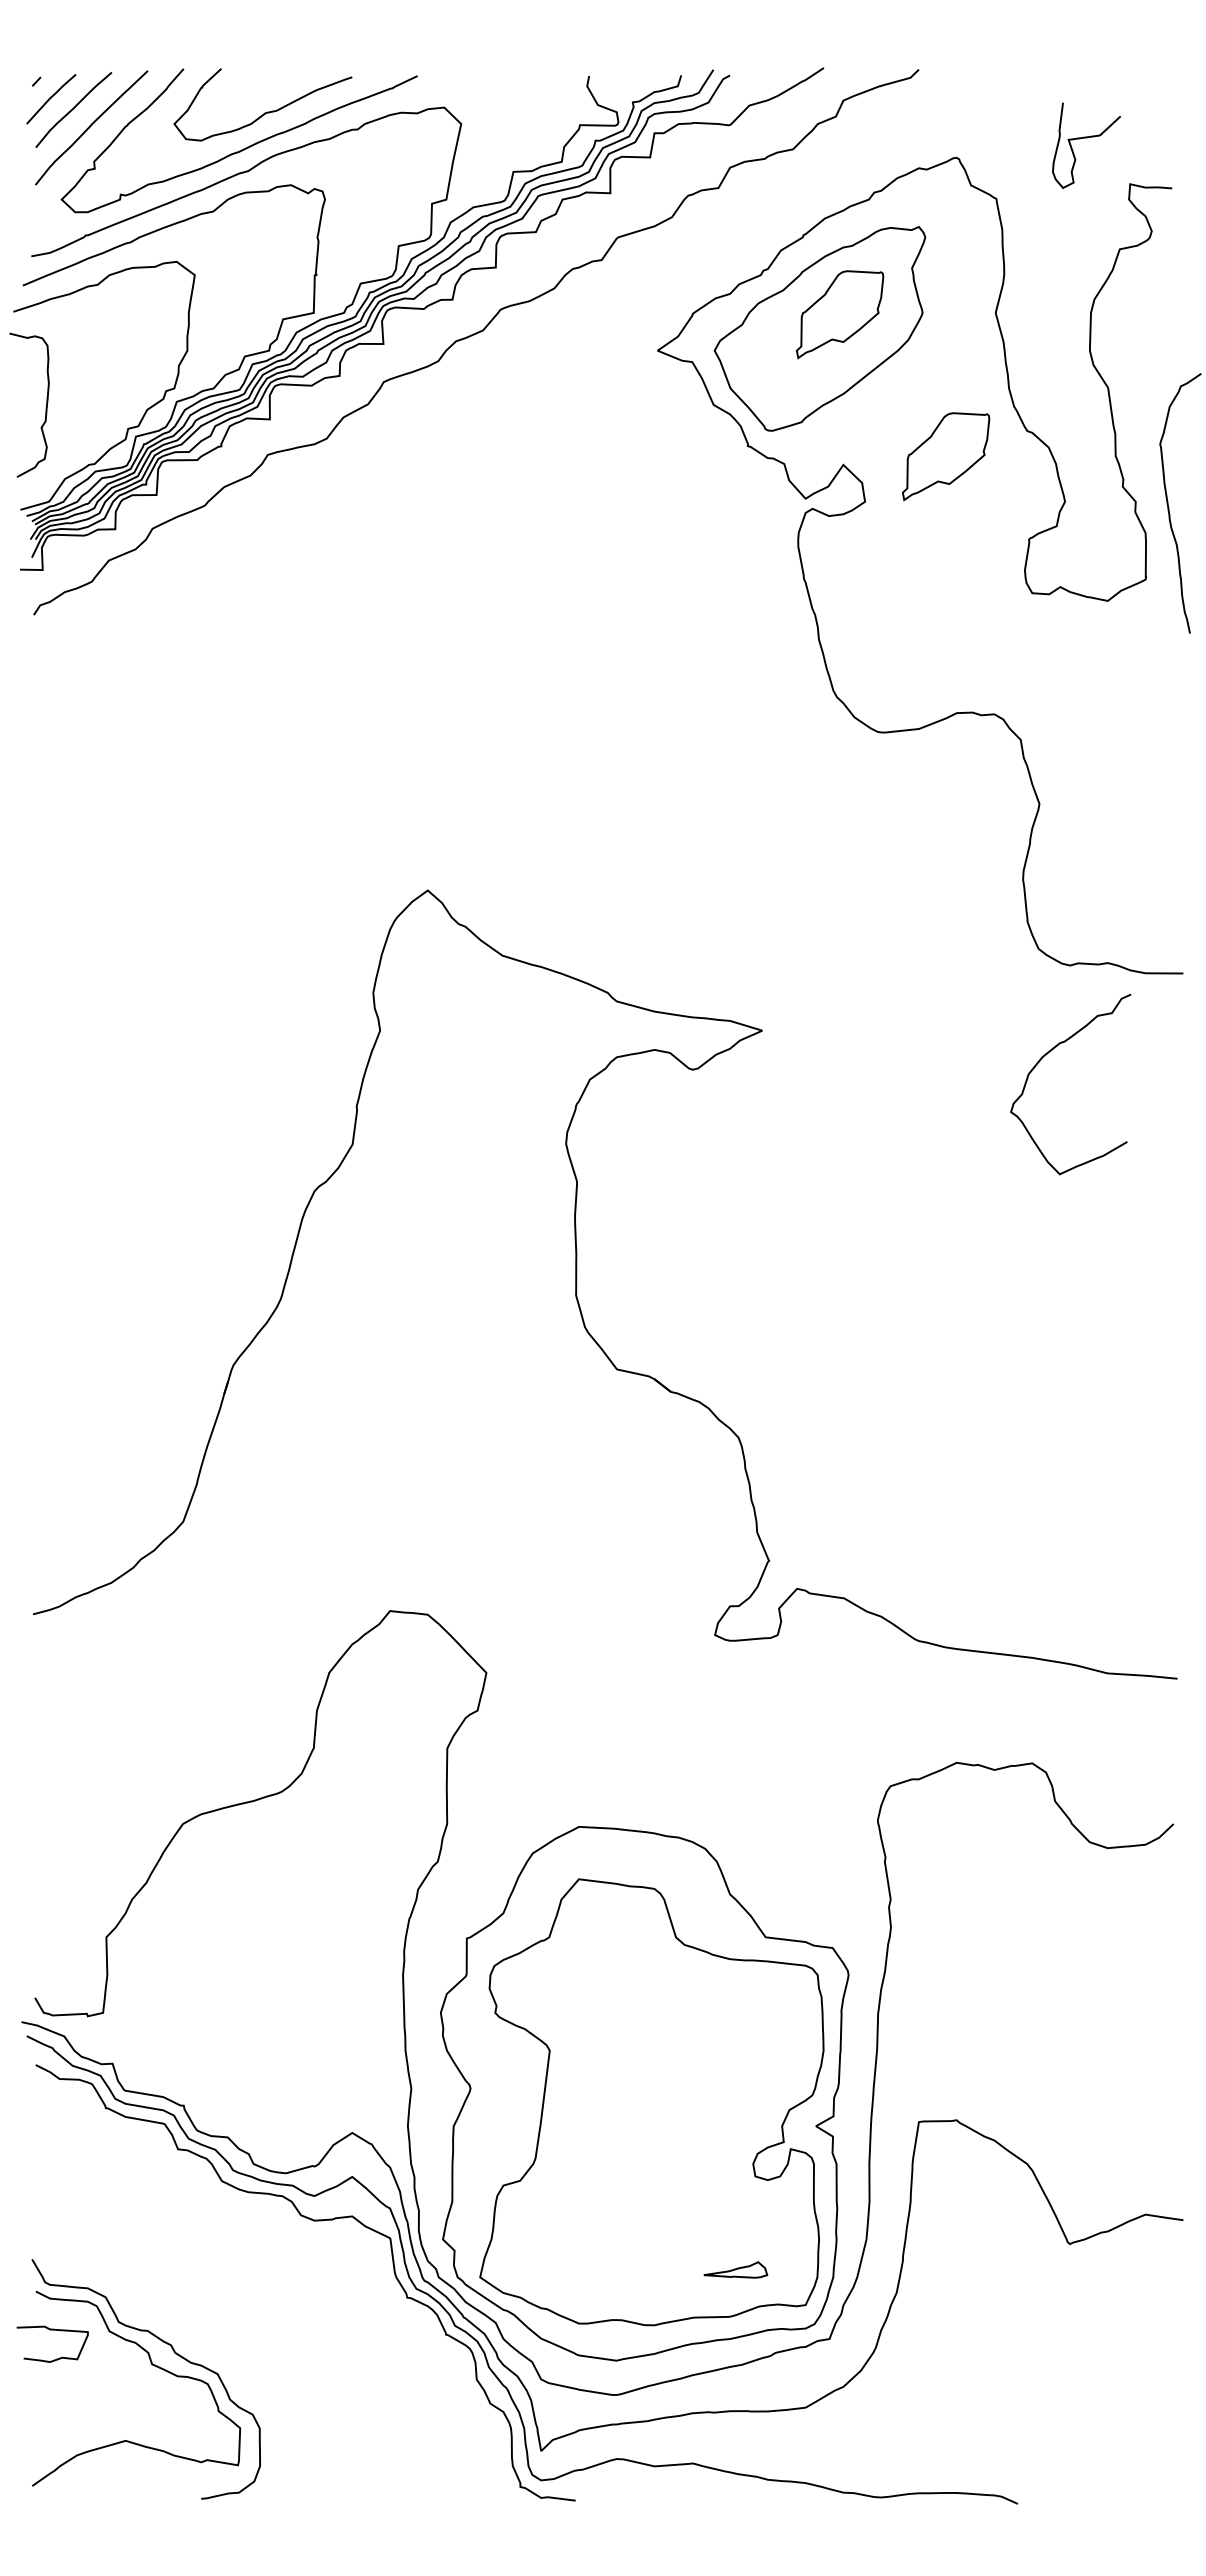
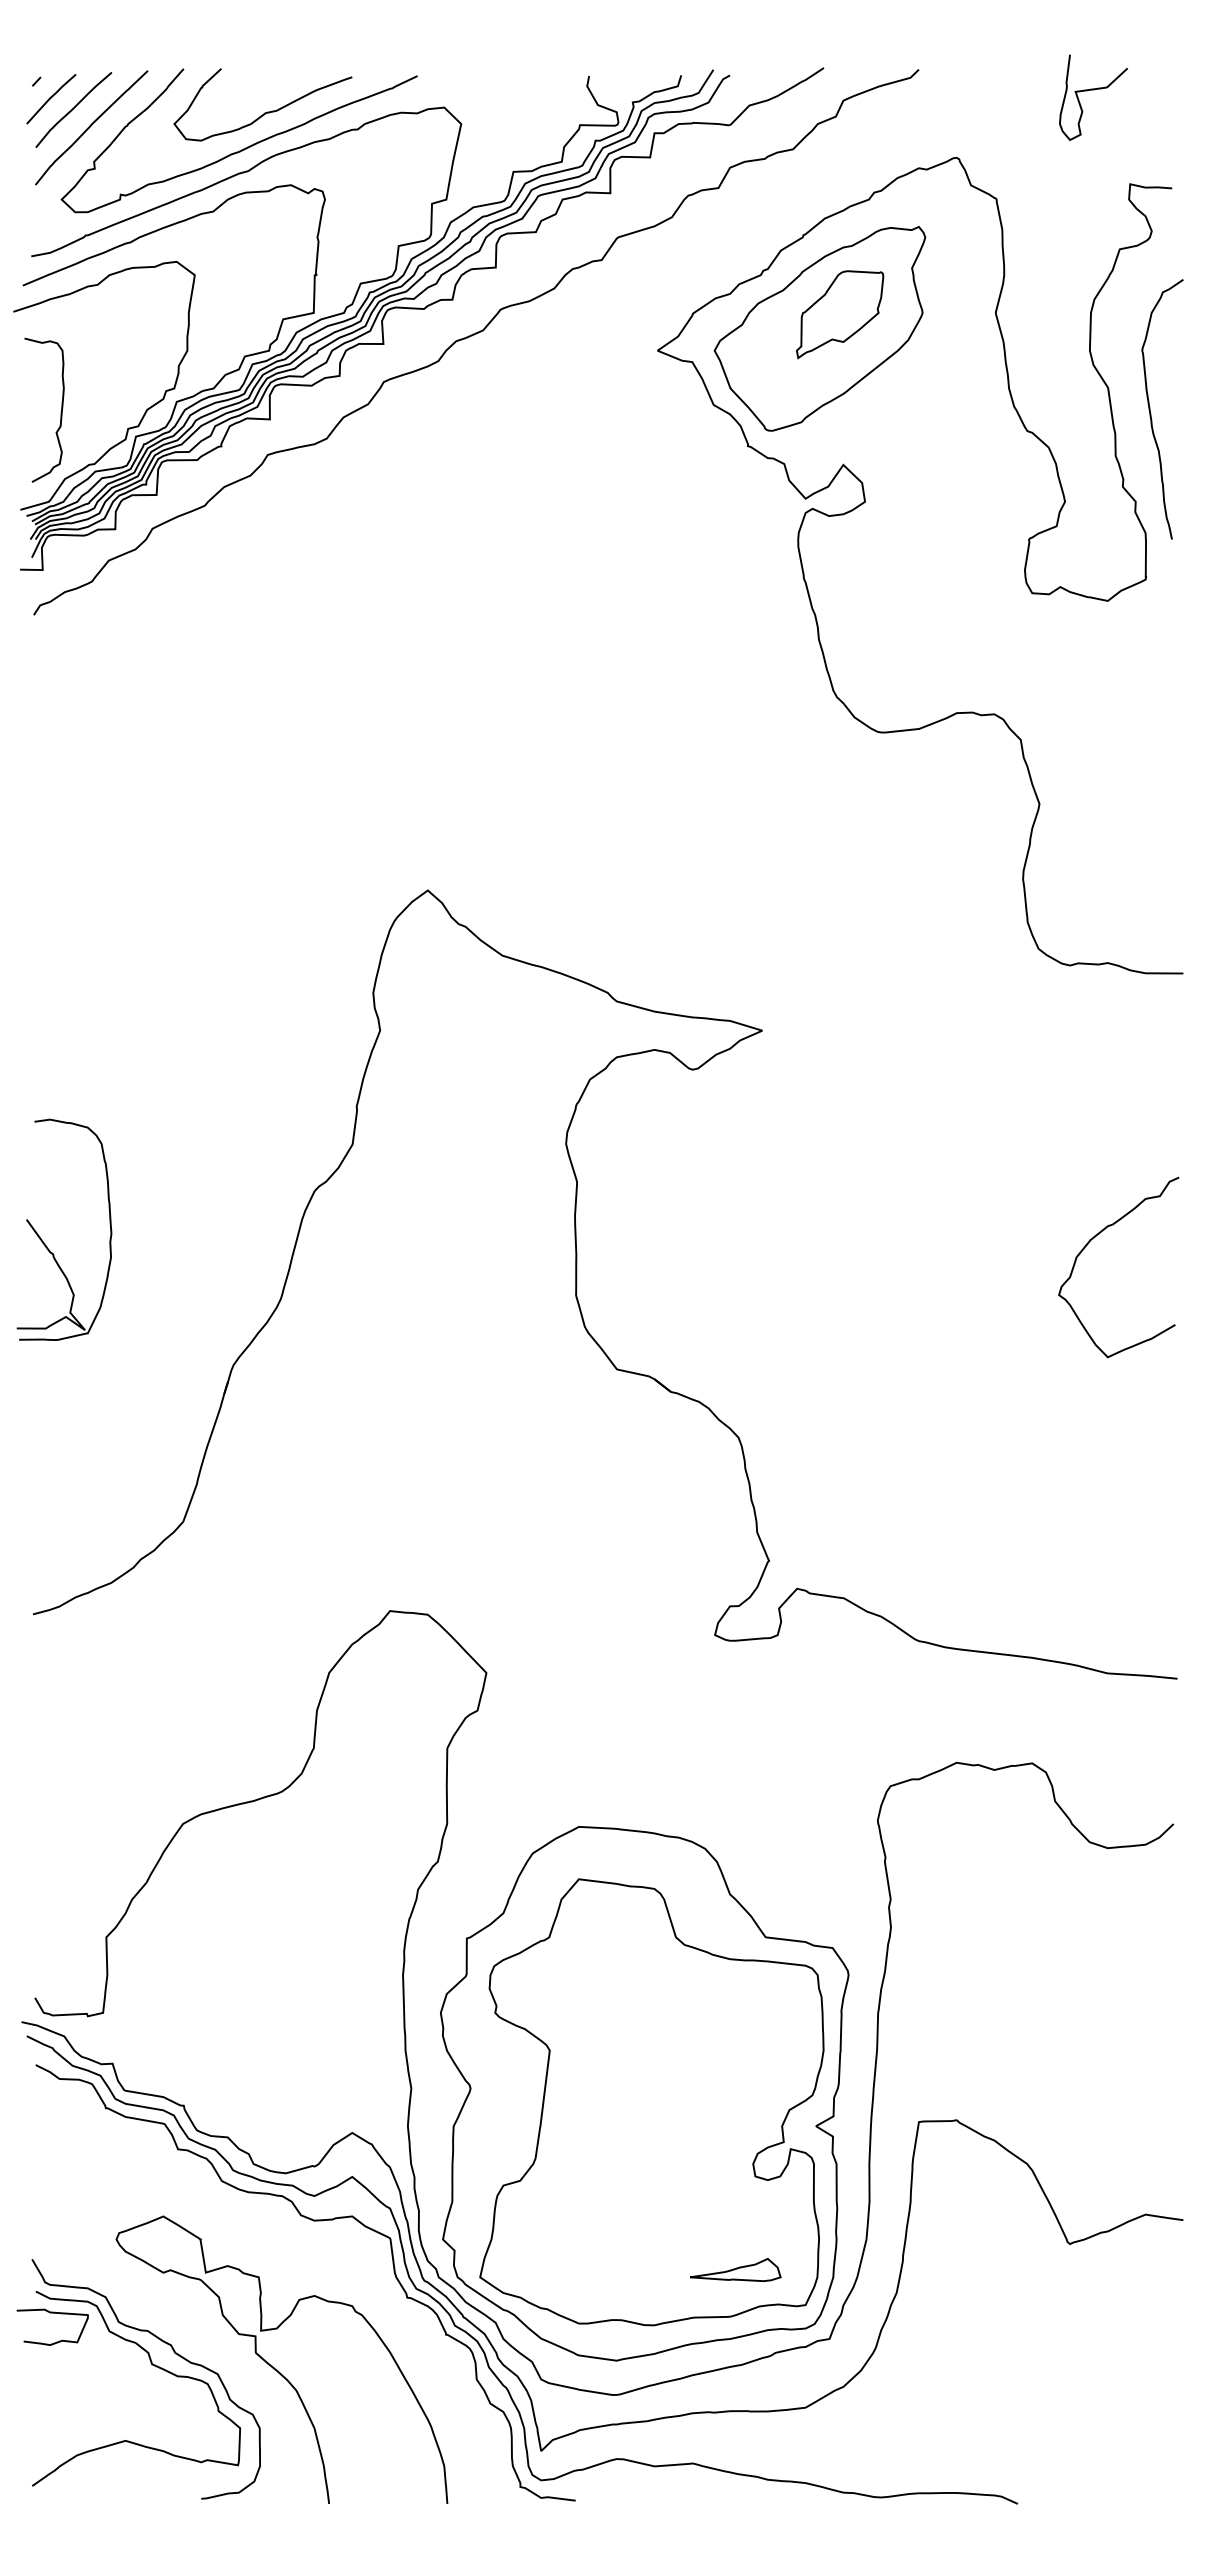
curve at (1086, 138) position: (1086, 138) -> (1093, 90)
curve at (45, 407) position: (45, 407) -> (60, 412)
part at (946, 456): present -> none
curve at (1169, 507) position: (1169, 507) -> (1151, 413)
curve at (1046, 1055) position: (1046, 1055) -> (1094, 1238)
part at (44, 1242): none -> present
part at (735, 2269) size: 66x18 px -> 92x24 px
curve at (52, 2330) position: (52, 2330) -> (52, 2313)
curve at (273, 2366): none -> present
